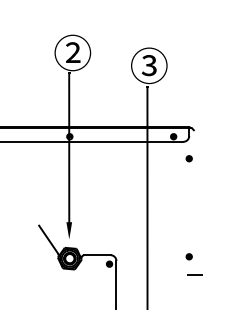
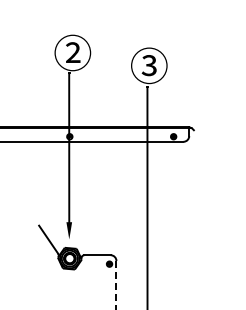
part at (188, 158): present -> none
part at (188, 256): present -> none
line at (194, 274): present -> none
line at (116, 285): solid -> dashed
